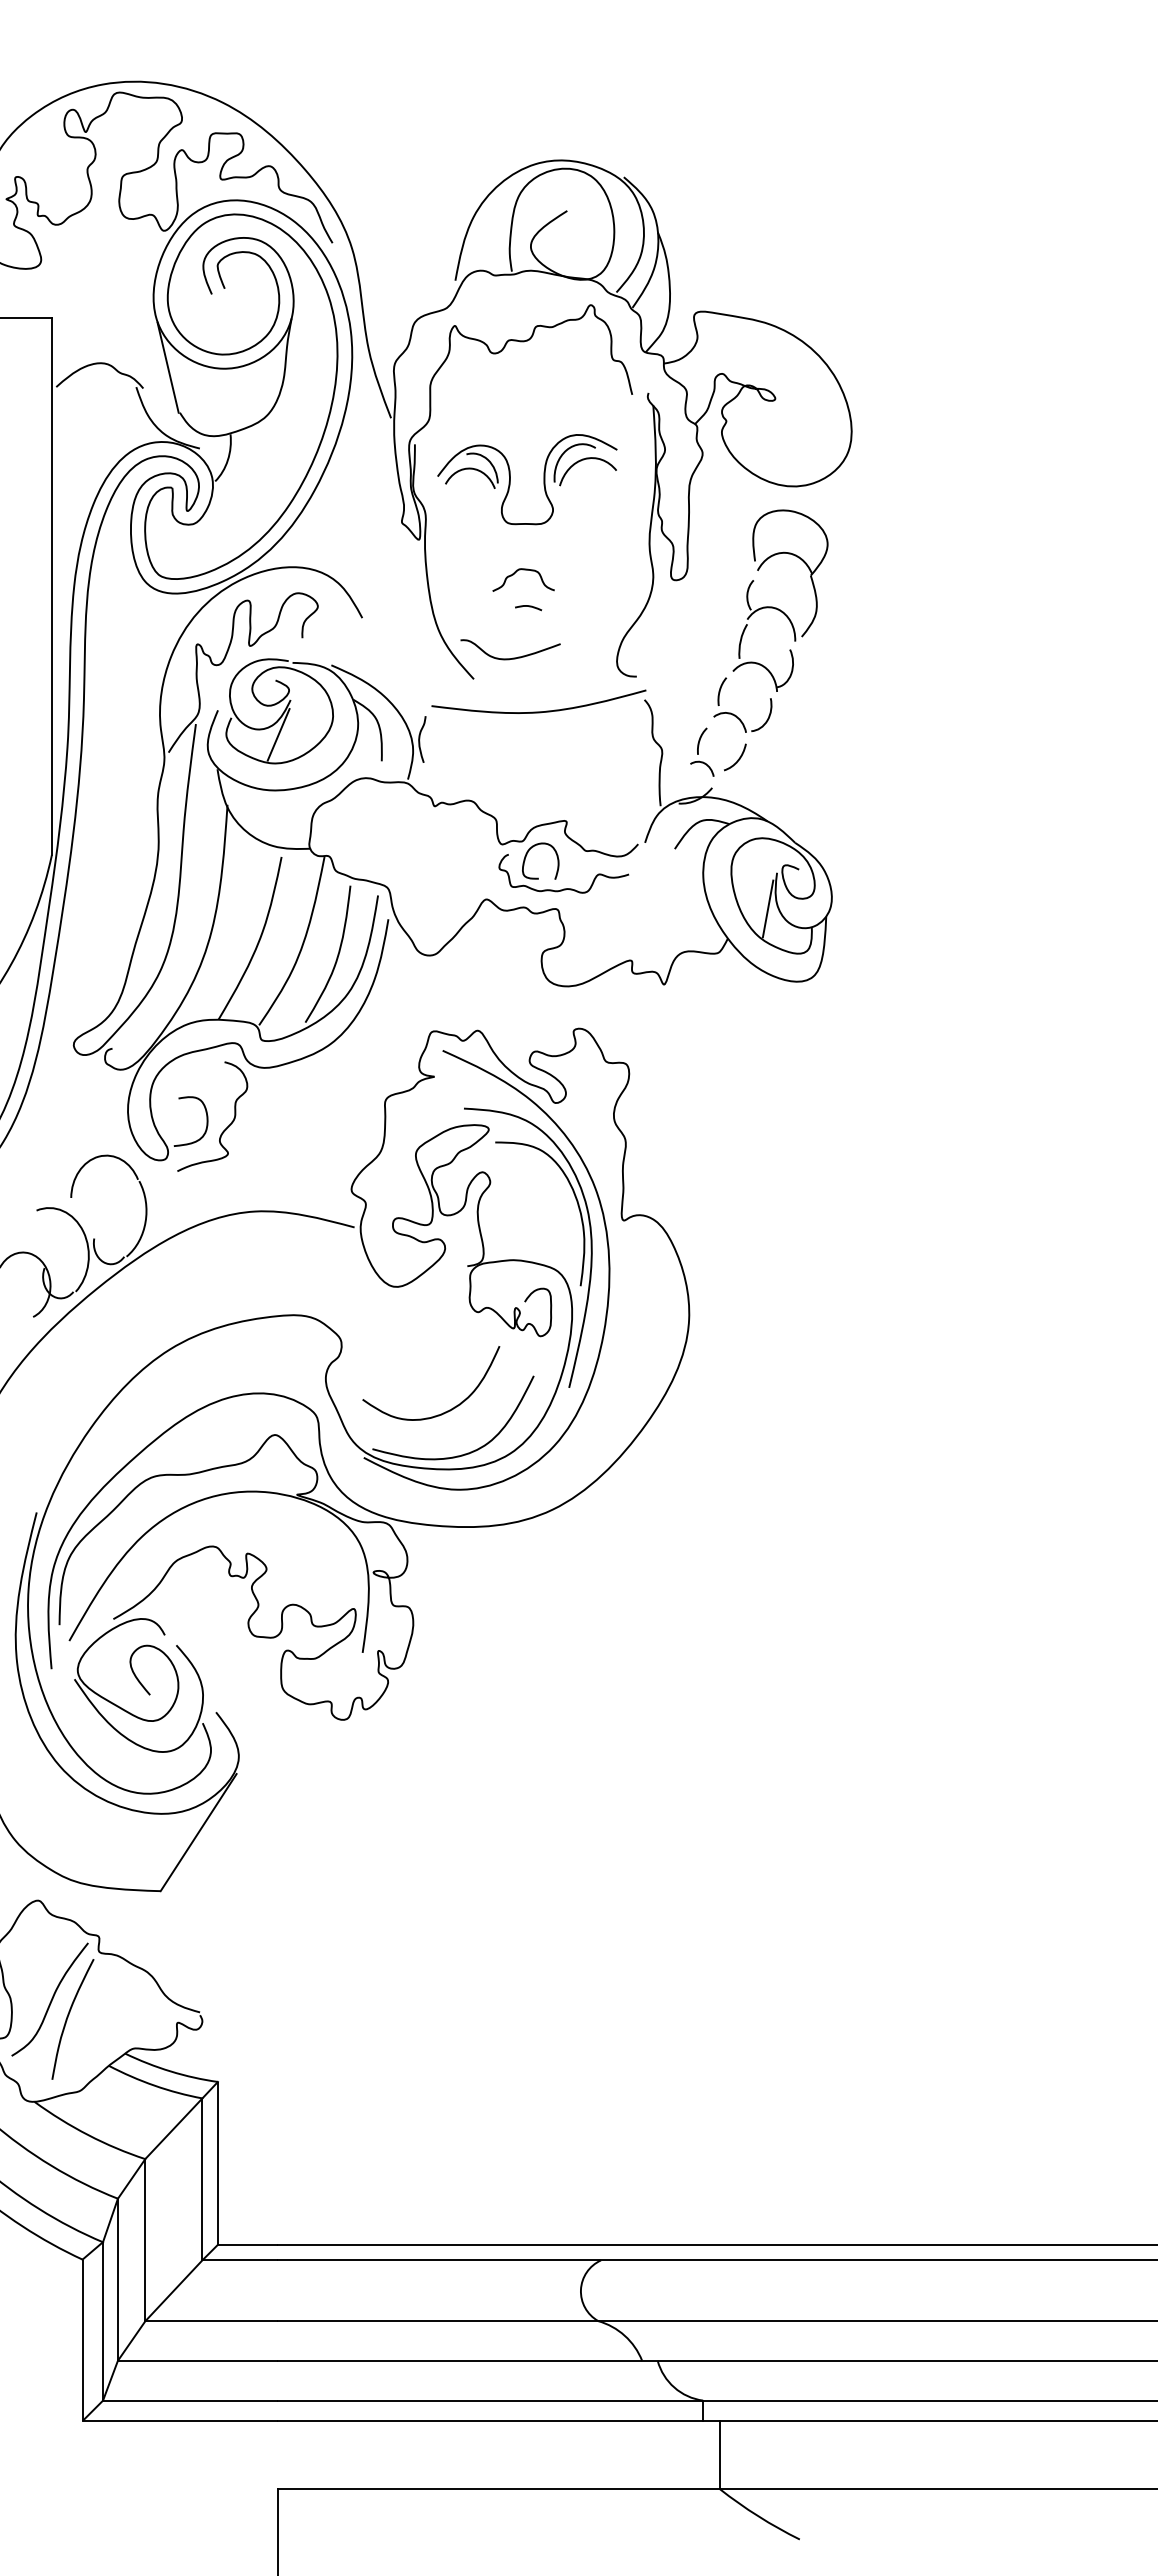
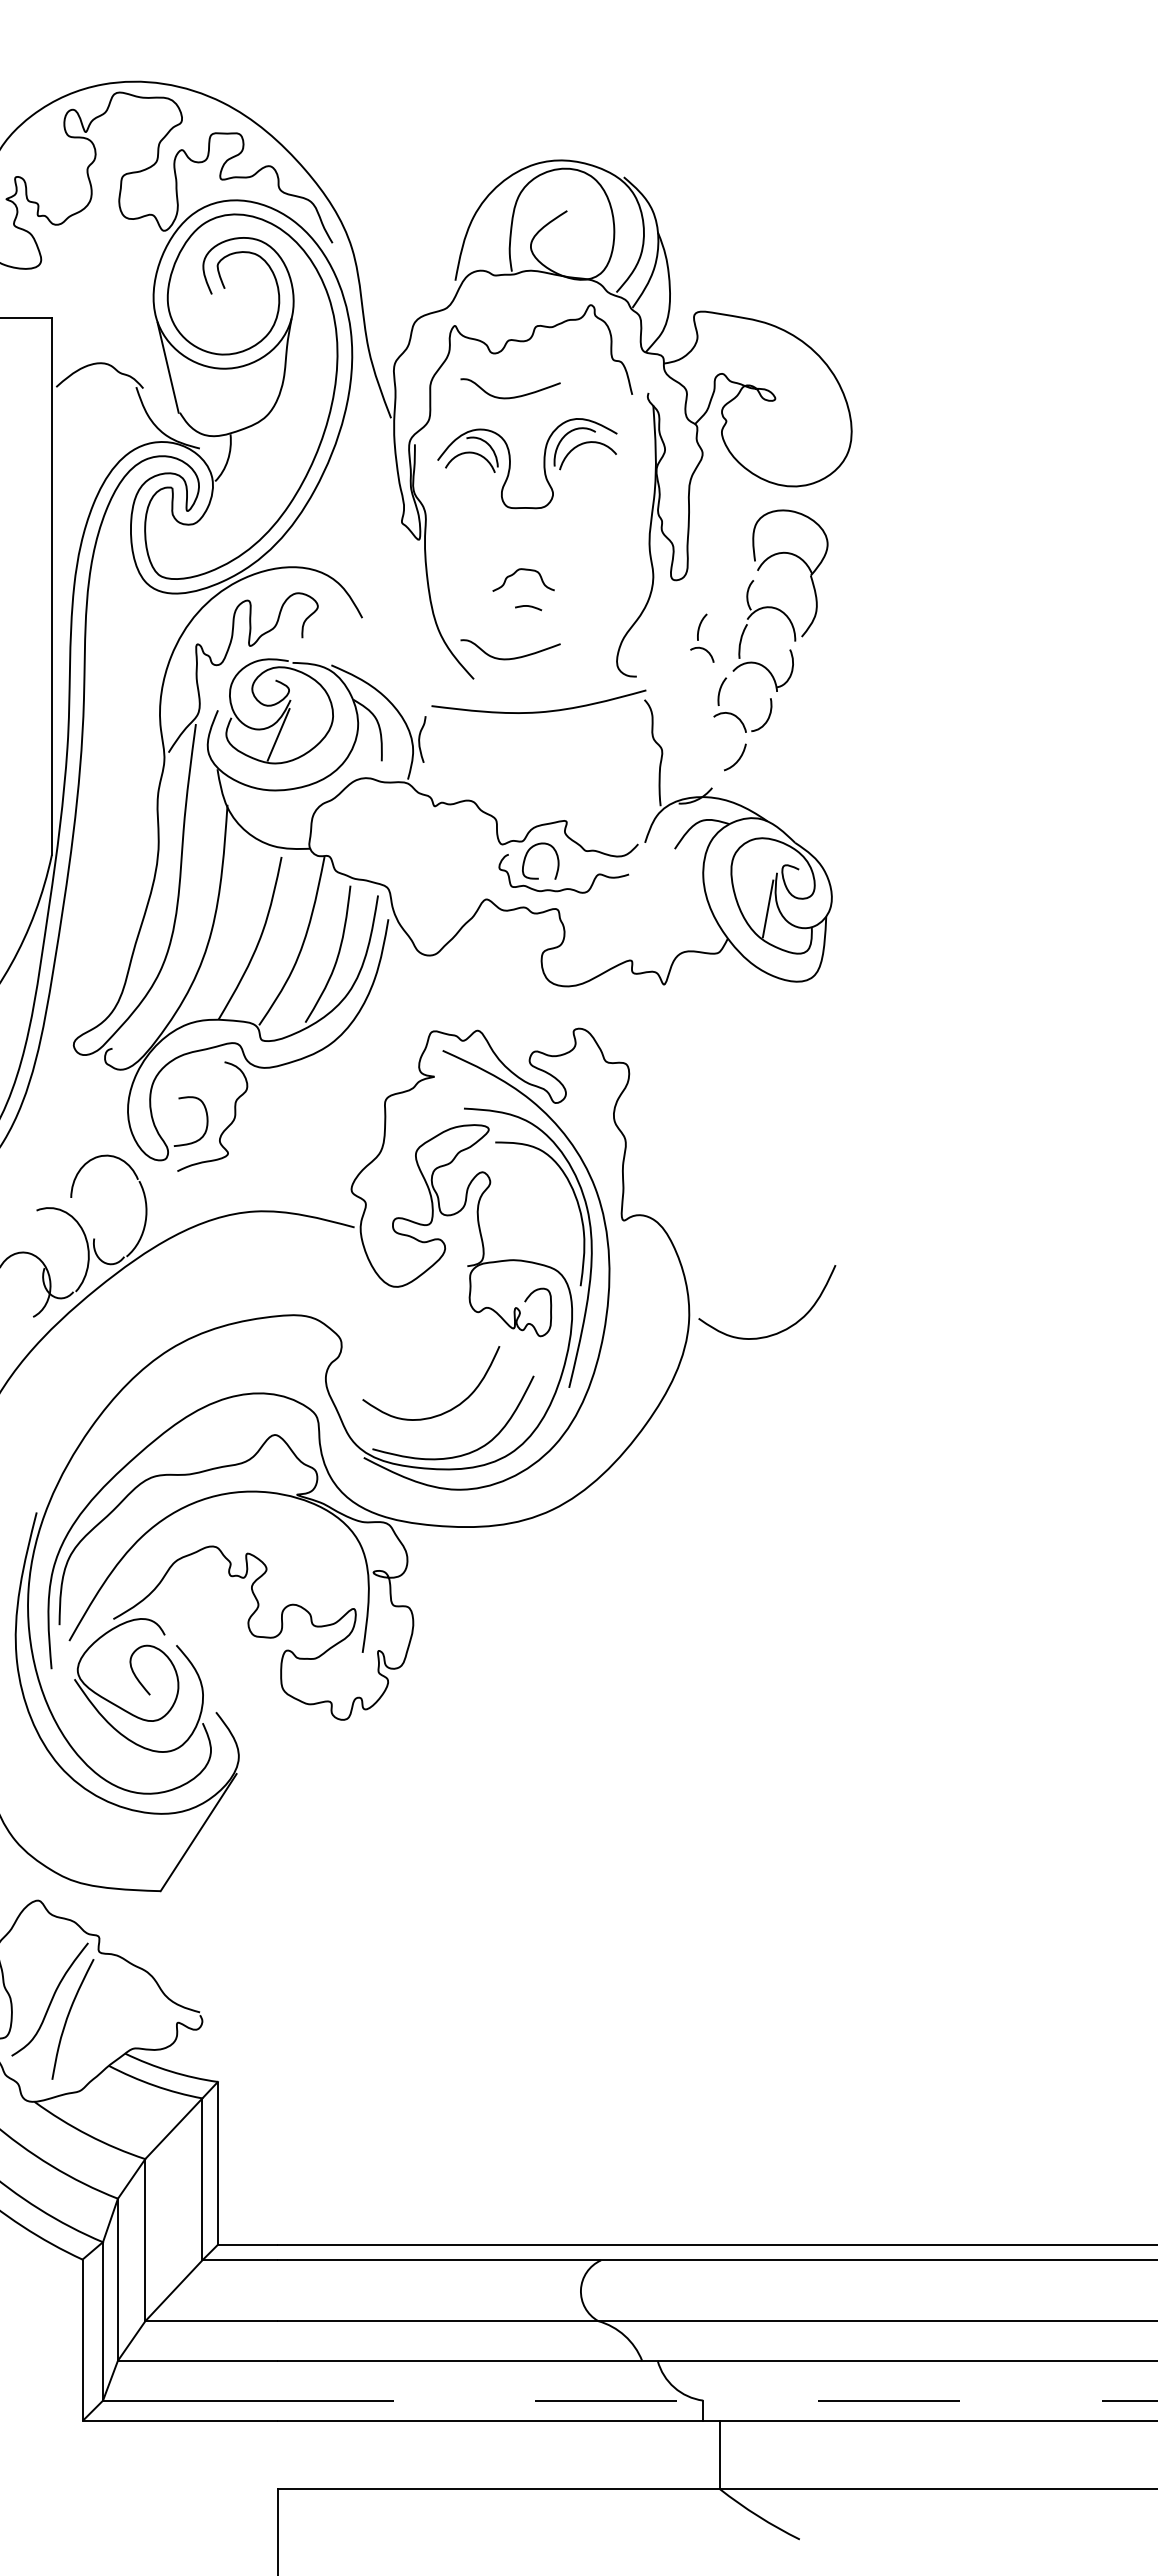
curve at (512, 396): none -> present
part at (543, 479) position: (543, 479) -> (543, 463)
part at (702, 751) position: (702, 751) -> (702, 637)
curve at (781, 1330): none -> present
line at (716, 2400): solid -> dashed
